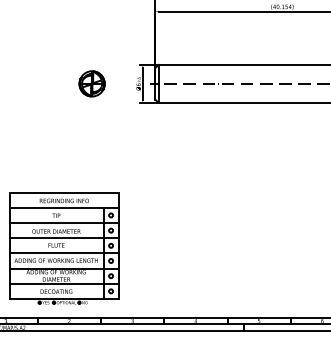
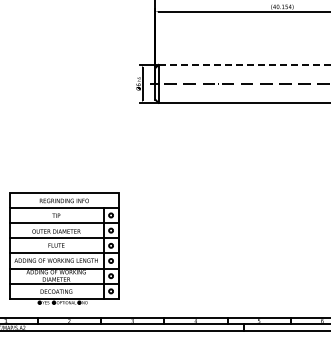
line at (244, 64): solid -> dashed
part at (91, 83): present -> none
